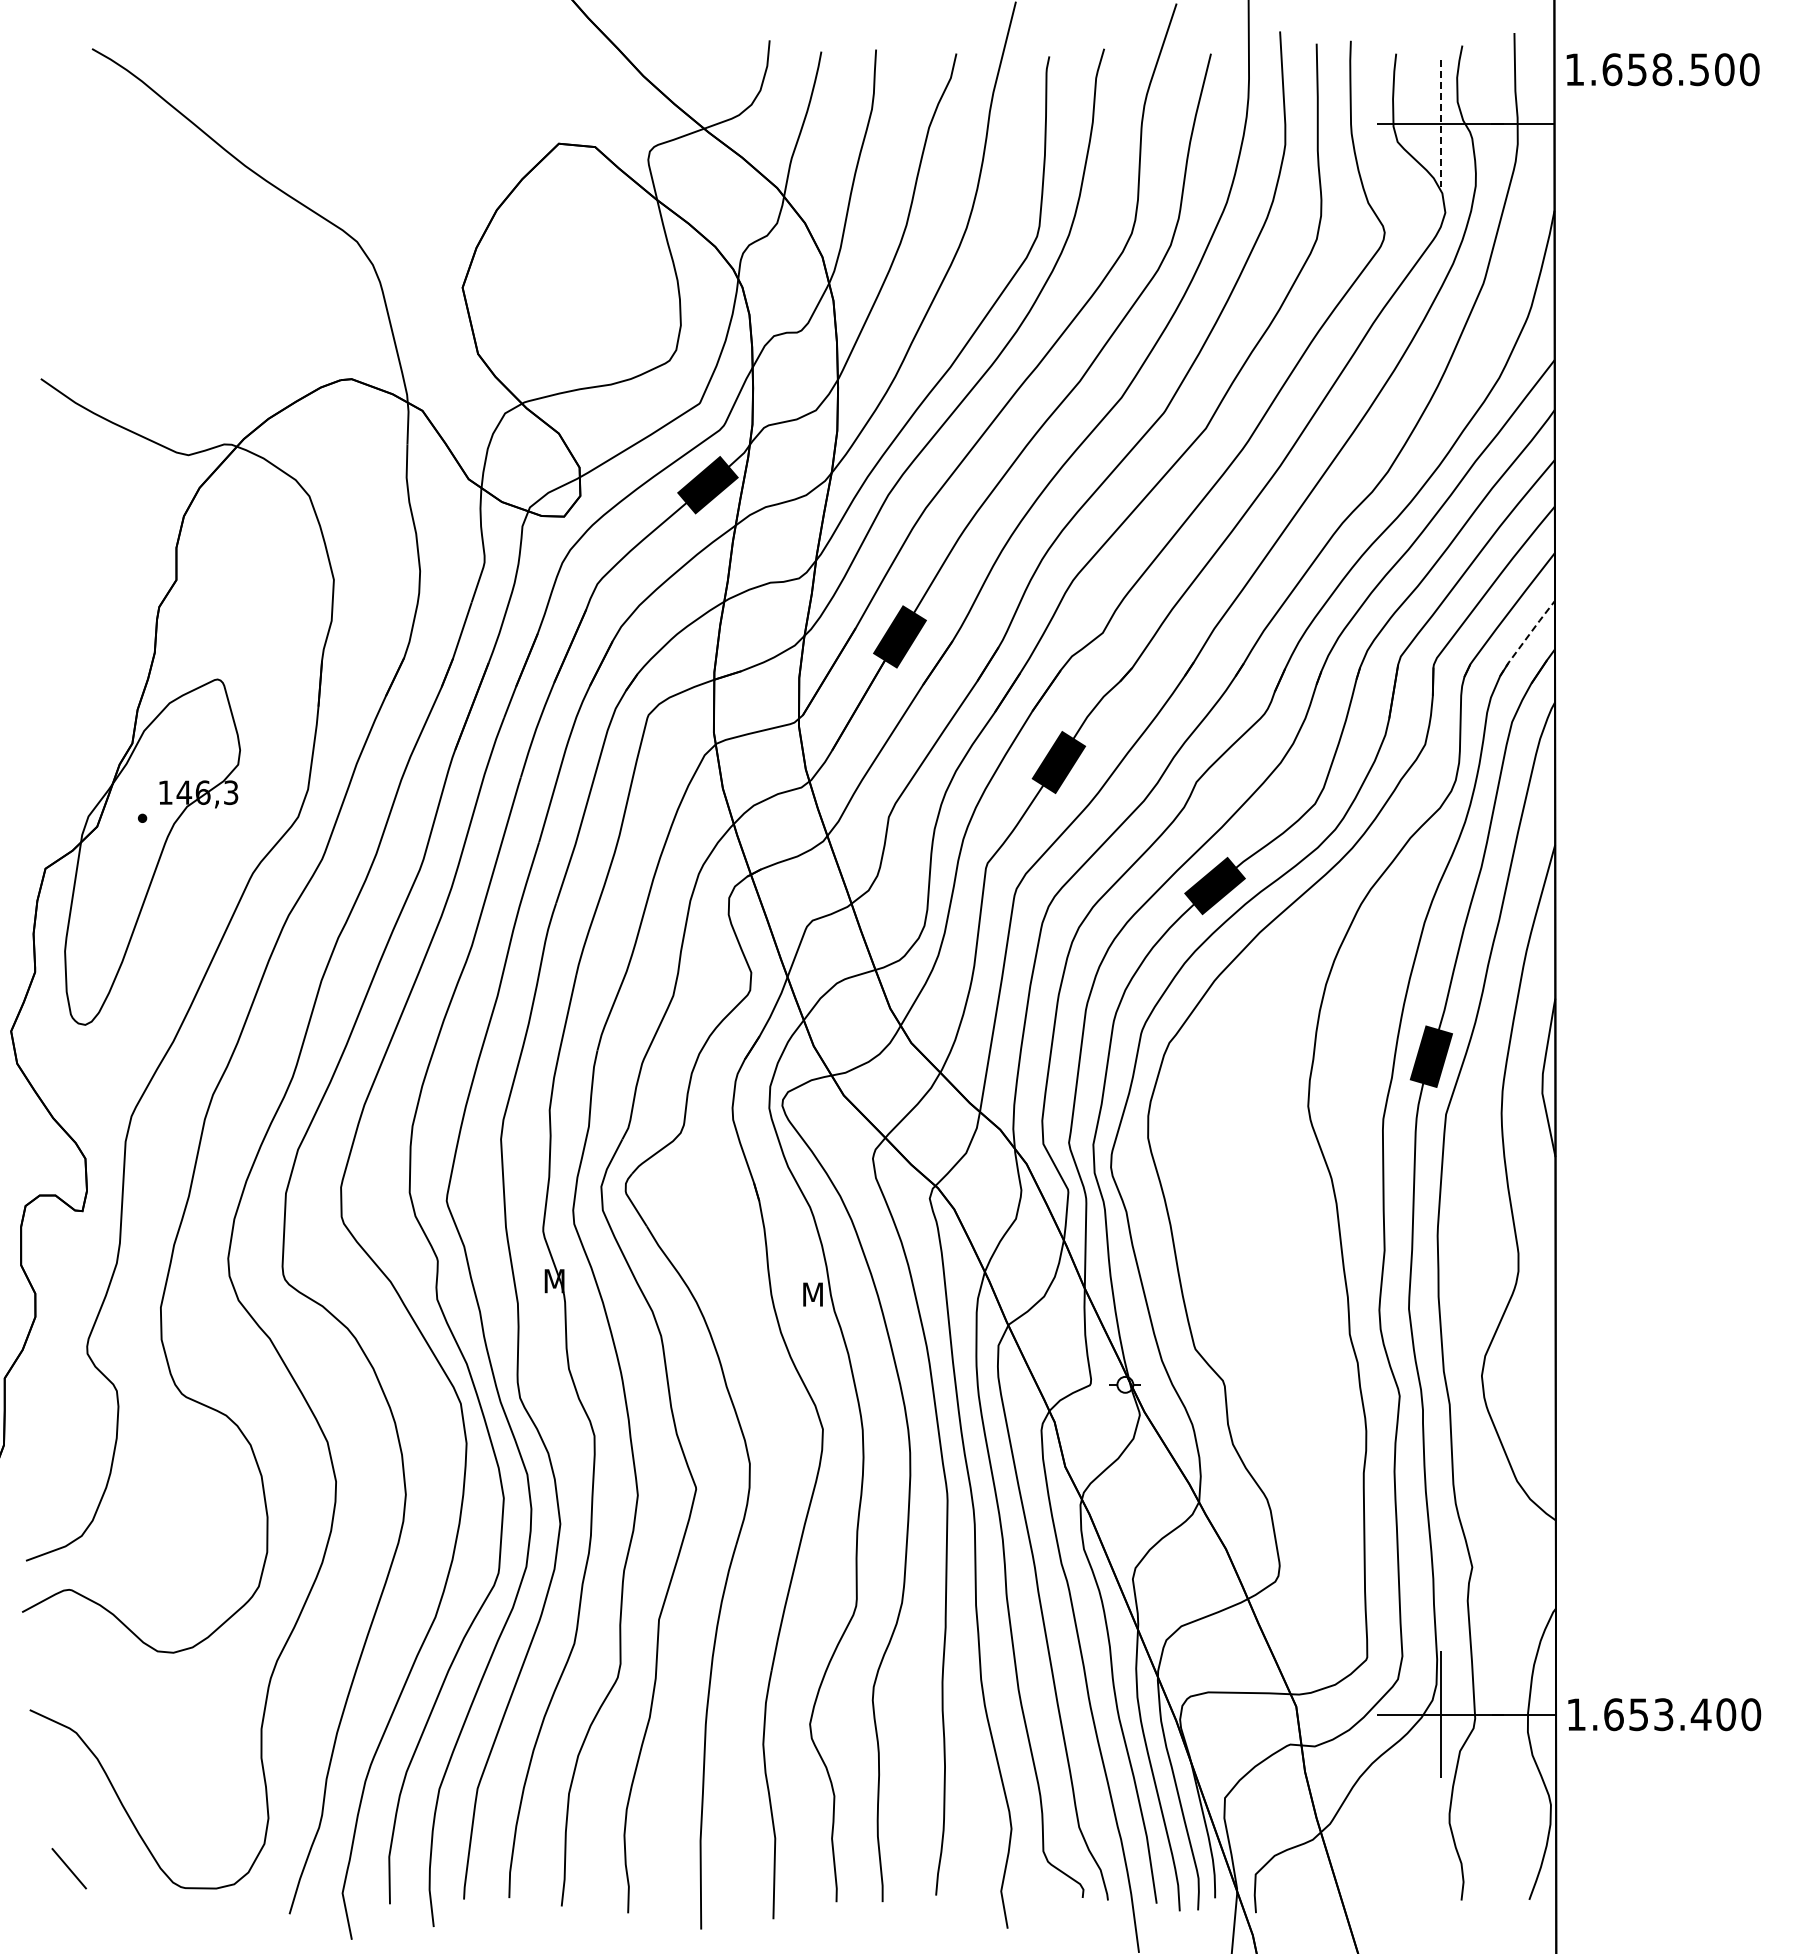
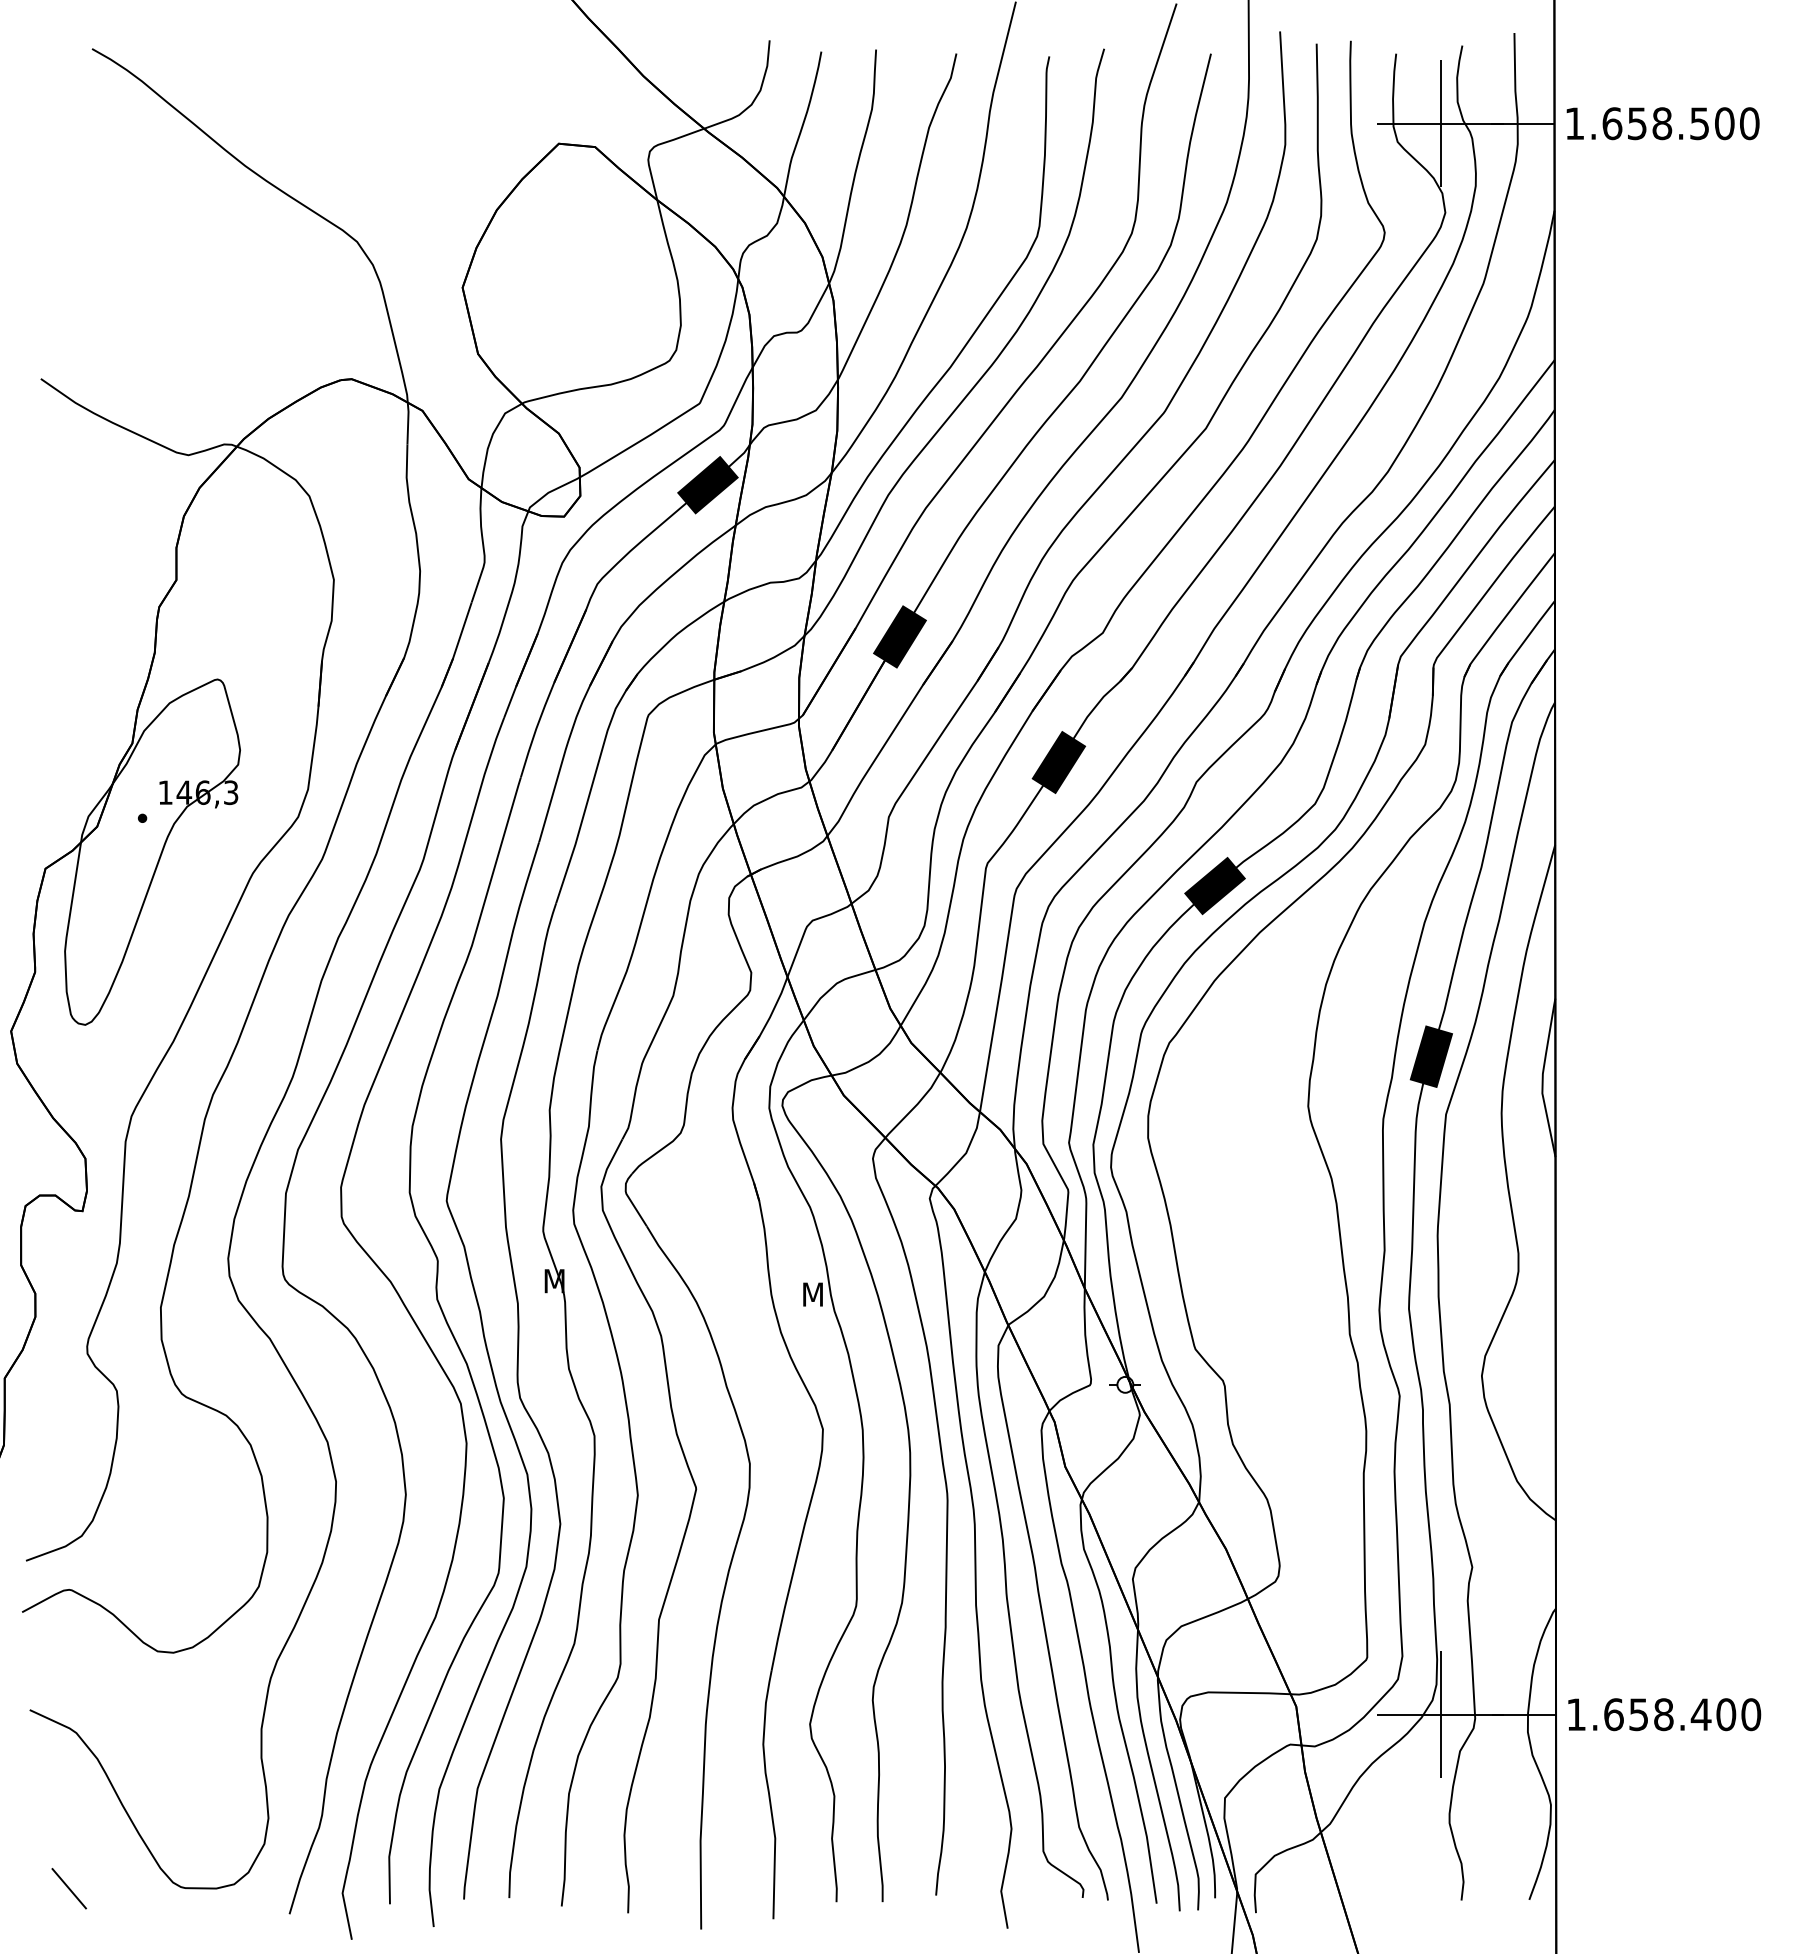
text at (1662, 69) position: (1662, 69) -> (1662, 123)
line at (1440, 123): dashed -> solid
line at (1527, 637): dashed -> solid
text at (1663, 1714): 1.653.400 -> 1.658.400
line at (68, 1868) position: (68, 1868) -> (68, 1888)
